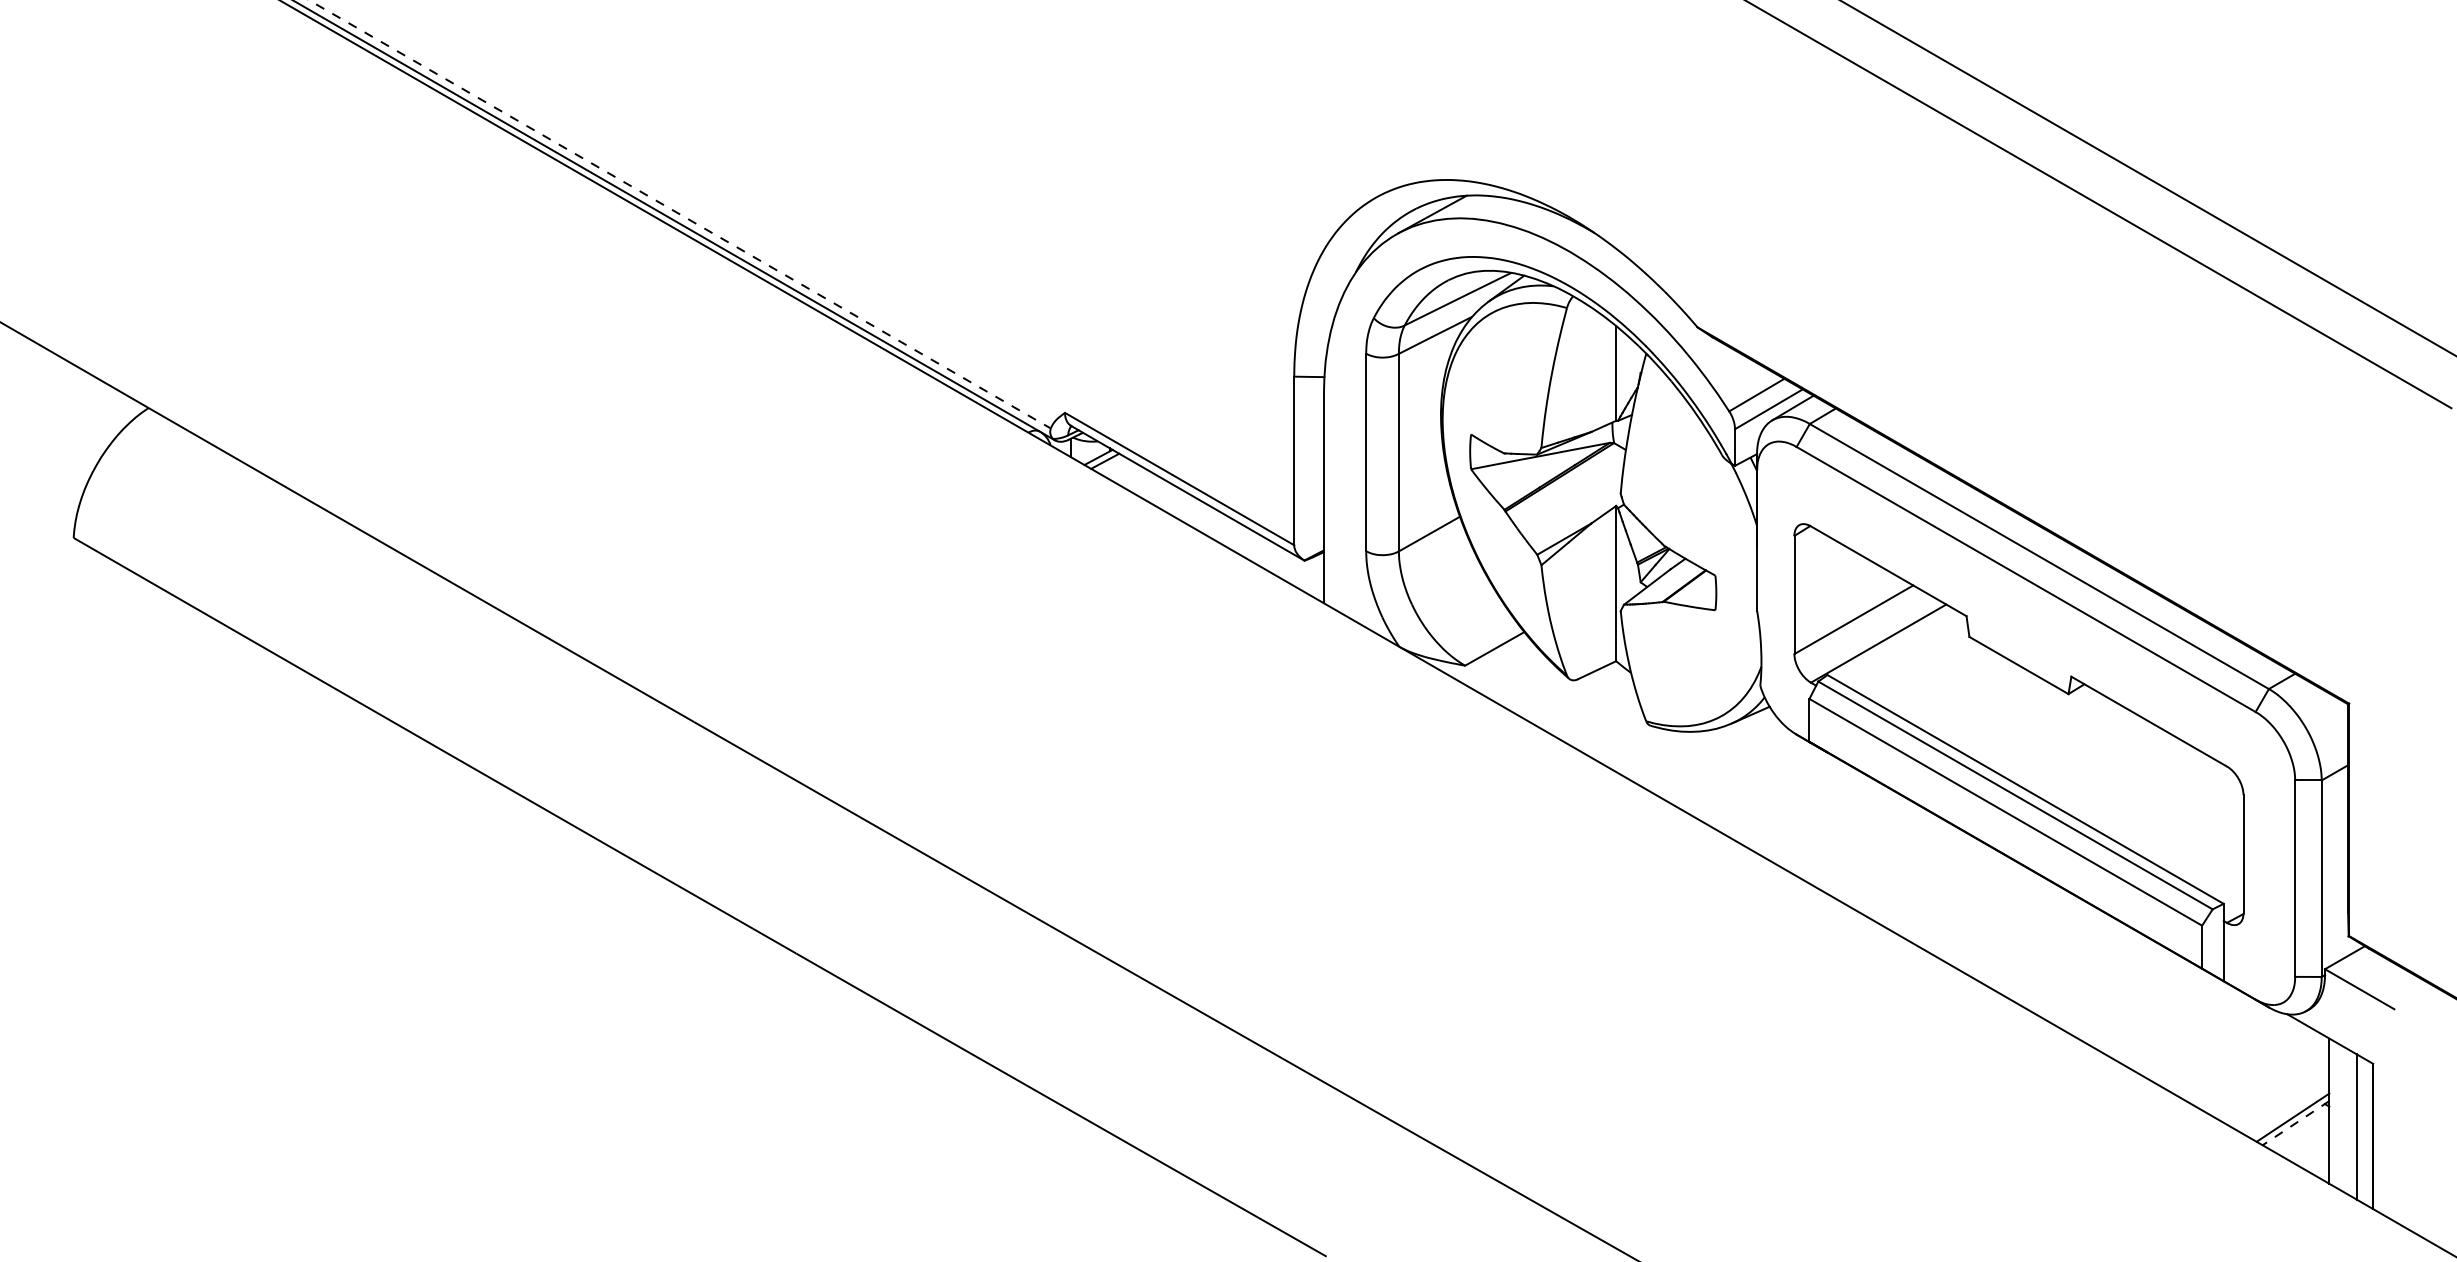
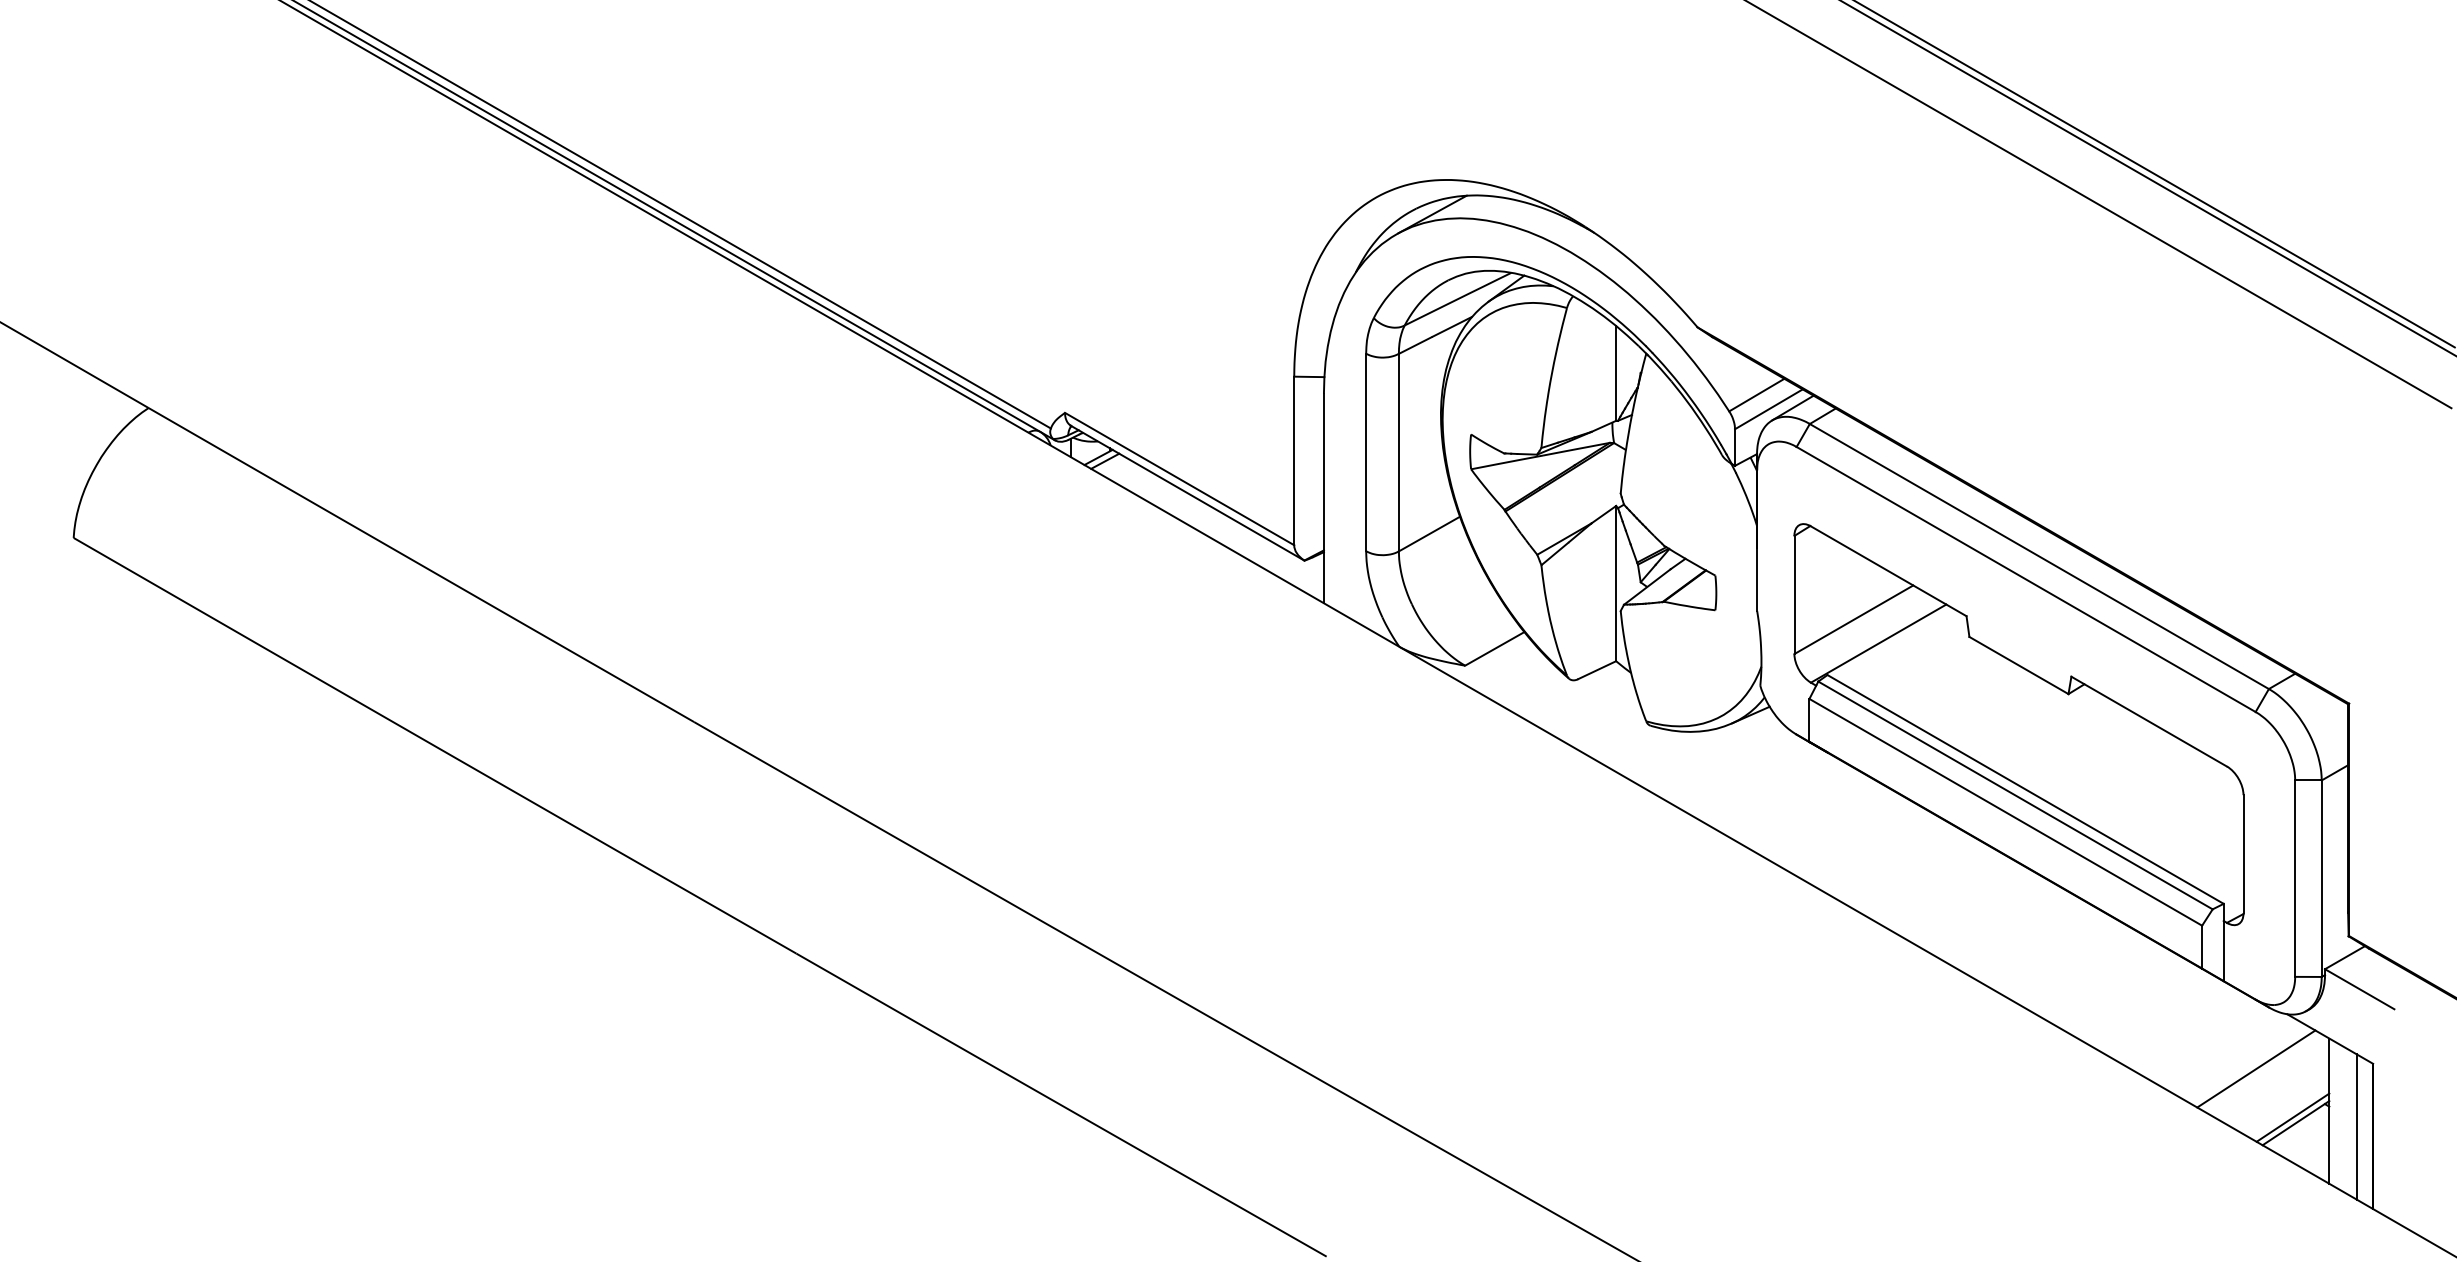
line at (2155, 174): none -> present
line at (680, 214): dashed -> solid
line at (2256, 1068): none -> present
line at (2295, 1123): dashed -> solid
